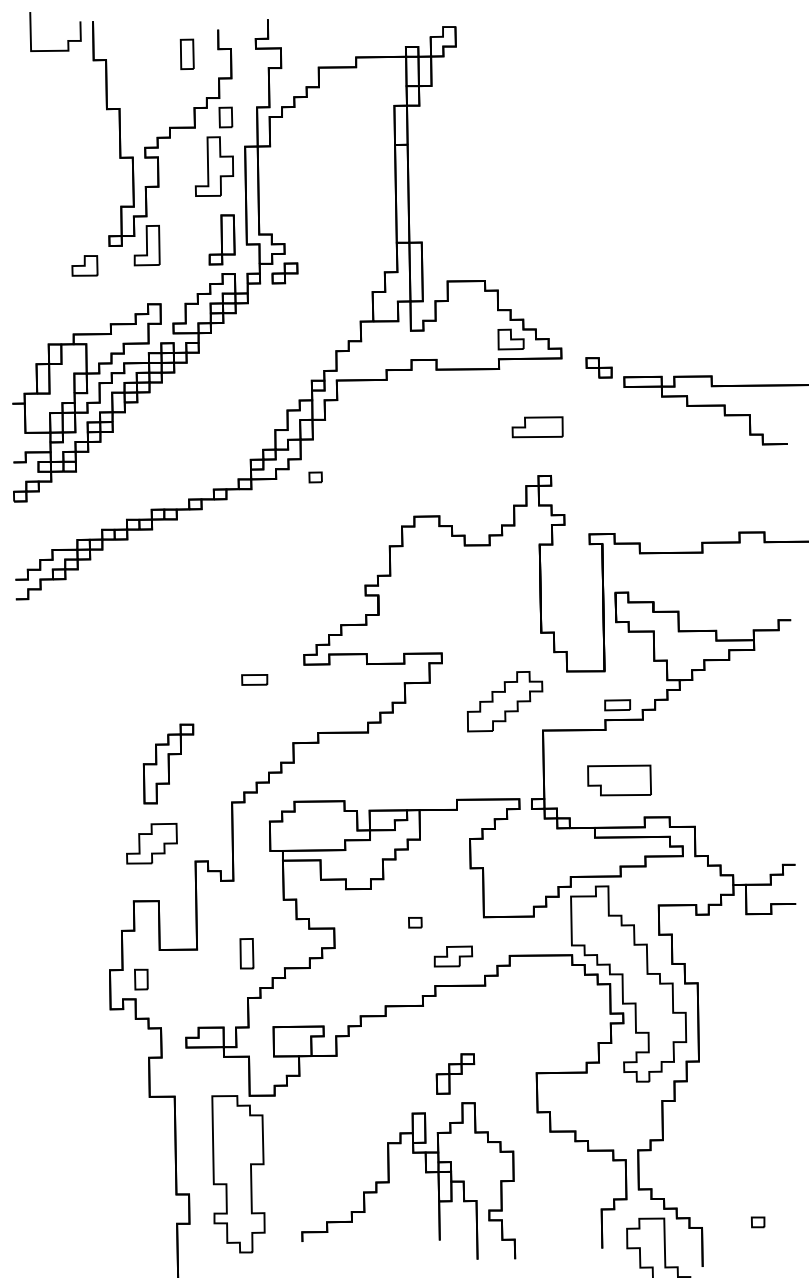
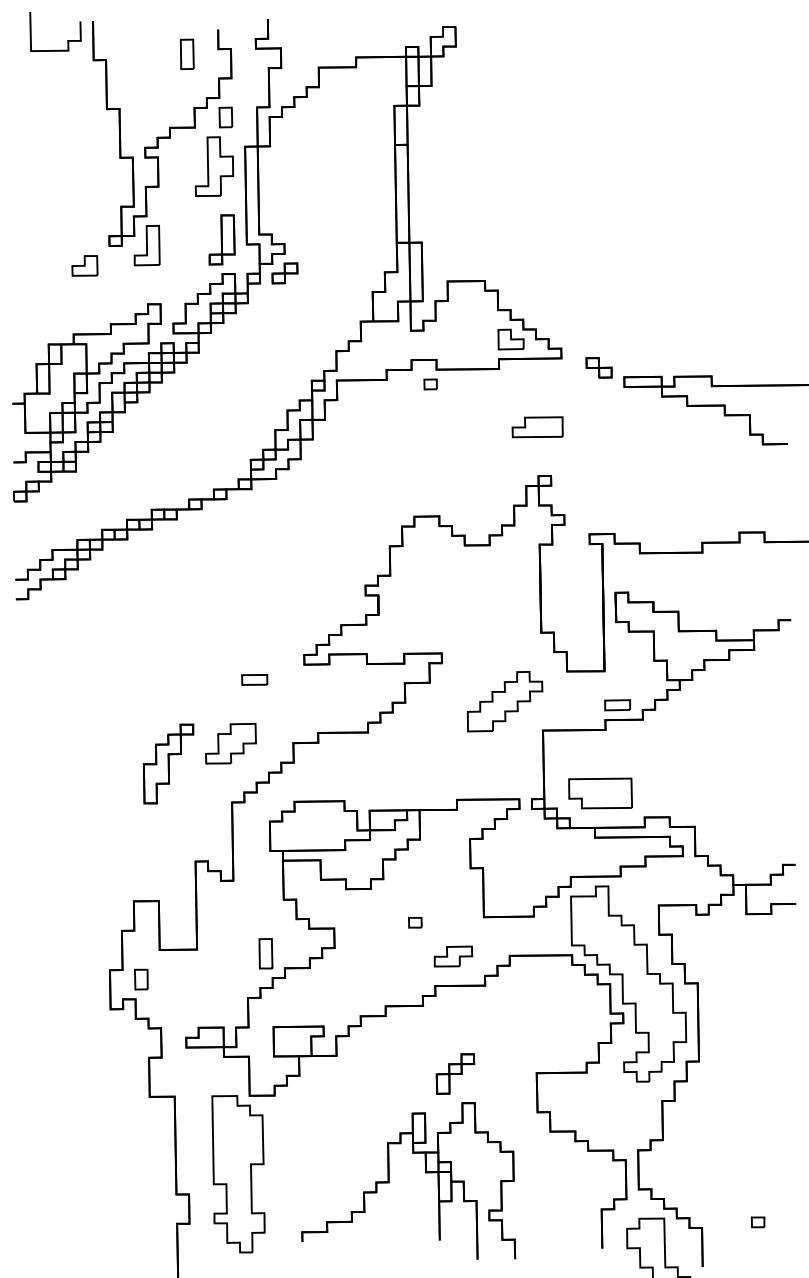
part at (315, 477) position: (315, 477) -> (430, 384)
part at (619, 780) position: (619, 780) -> (600, 793)
part at (151, 843) position: (151, 843) -> (230, 743)
part at (246, 953) position: (246, 953) -> (265, 953)
